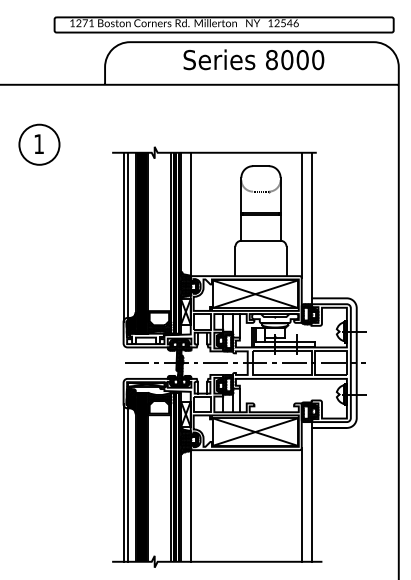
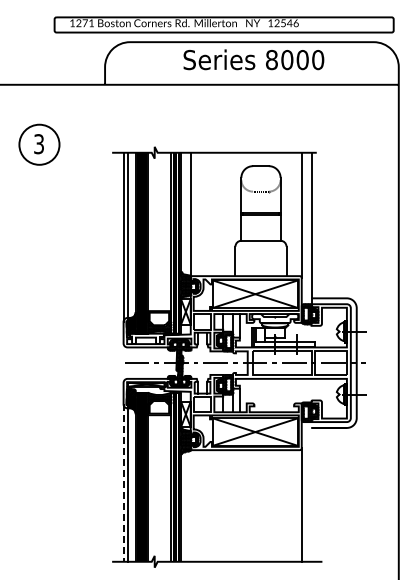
text at (38, 144): 1 -> 3
line at (123, 483): solid -> dashed
line at (311, 490): present -> none
line at (190, 505): present -> none
